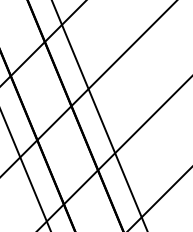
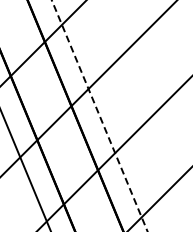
line at (99, 116): solid -> dashed
